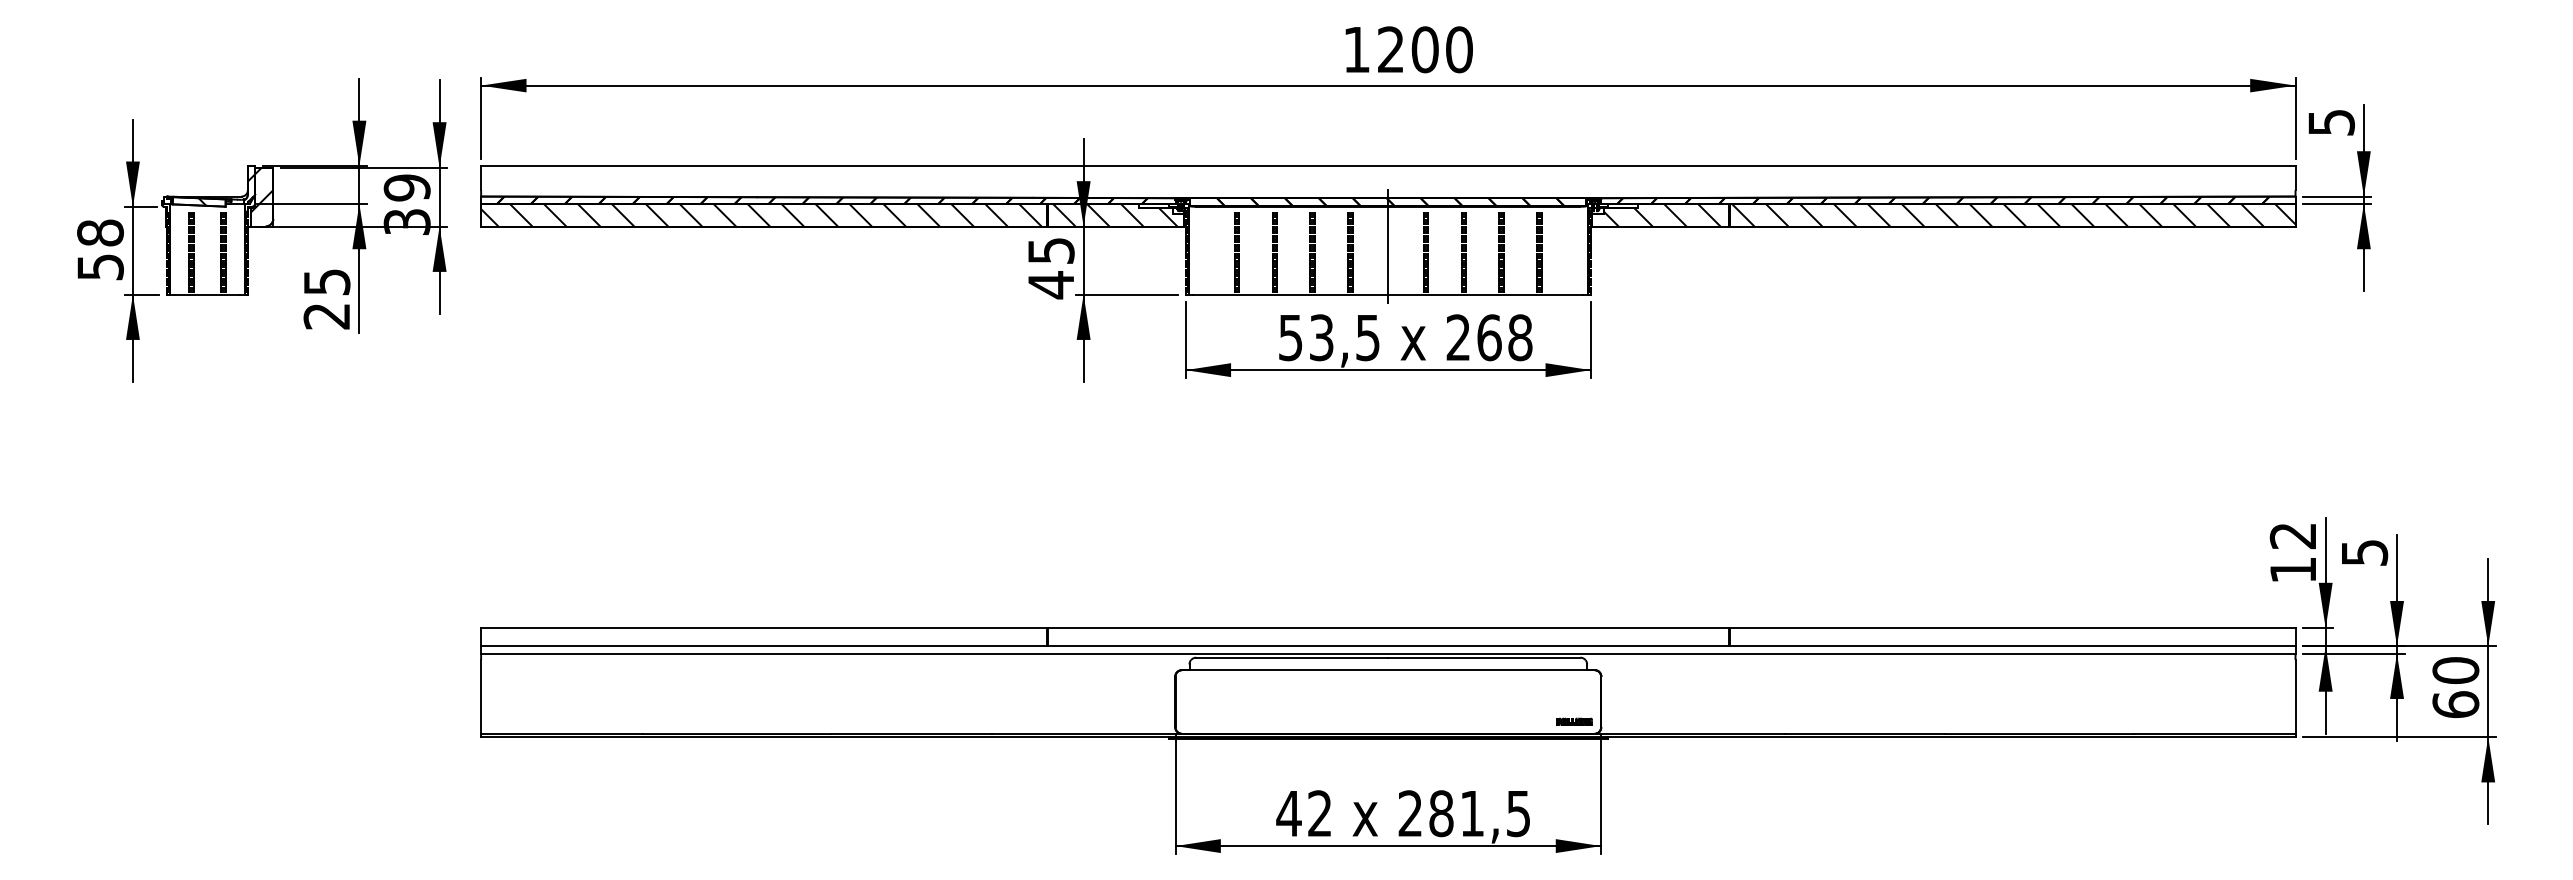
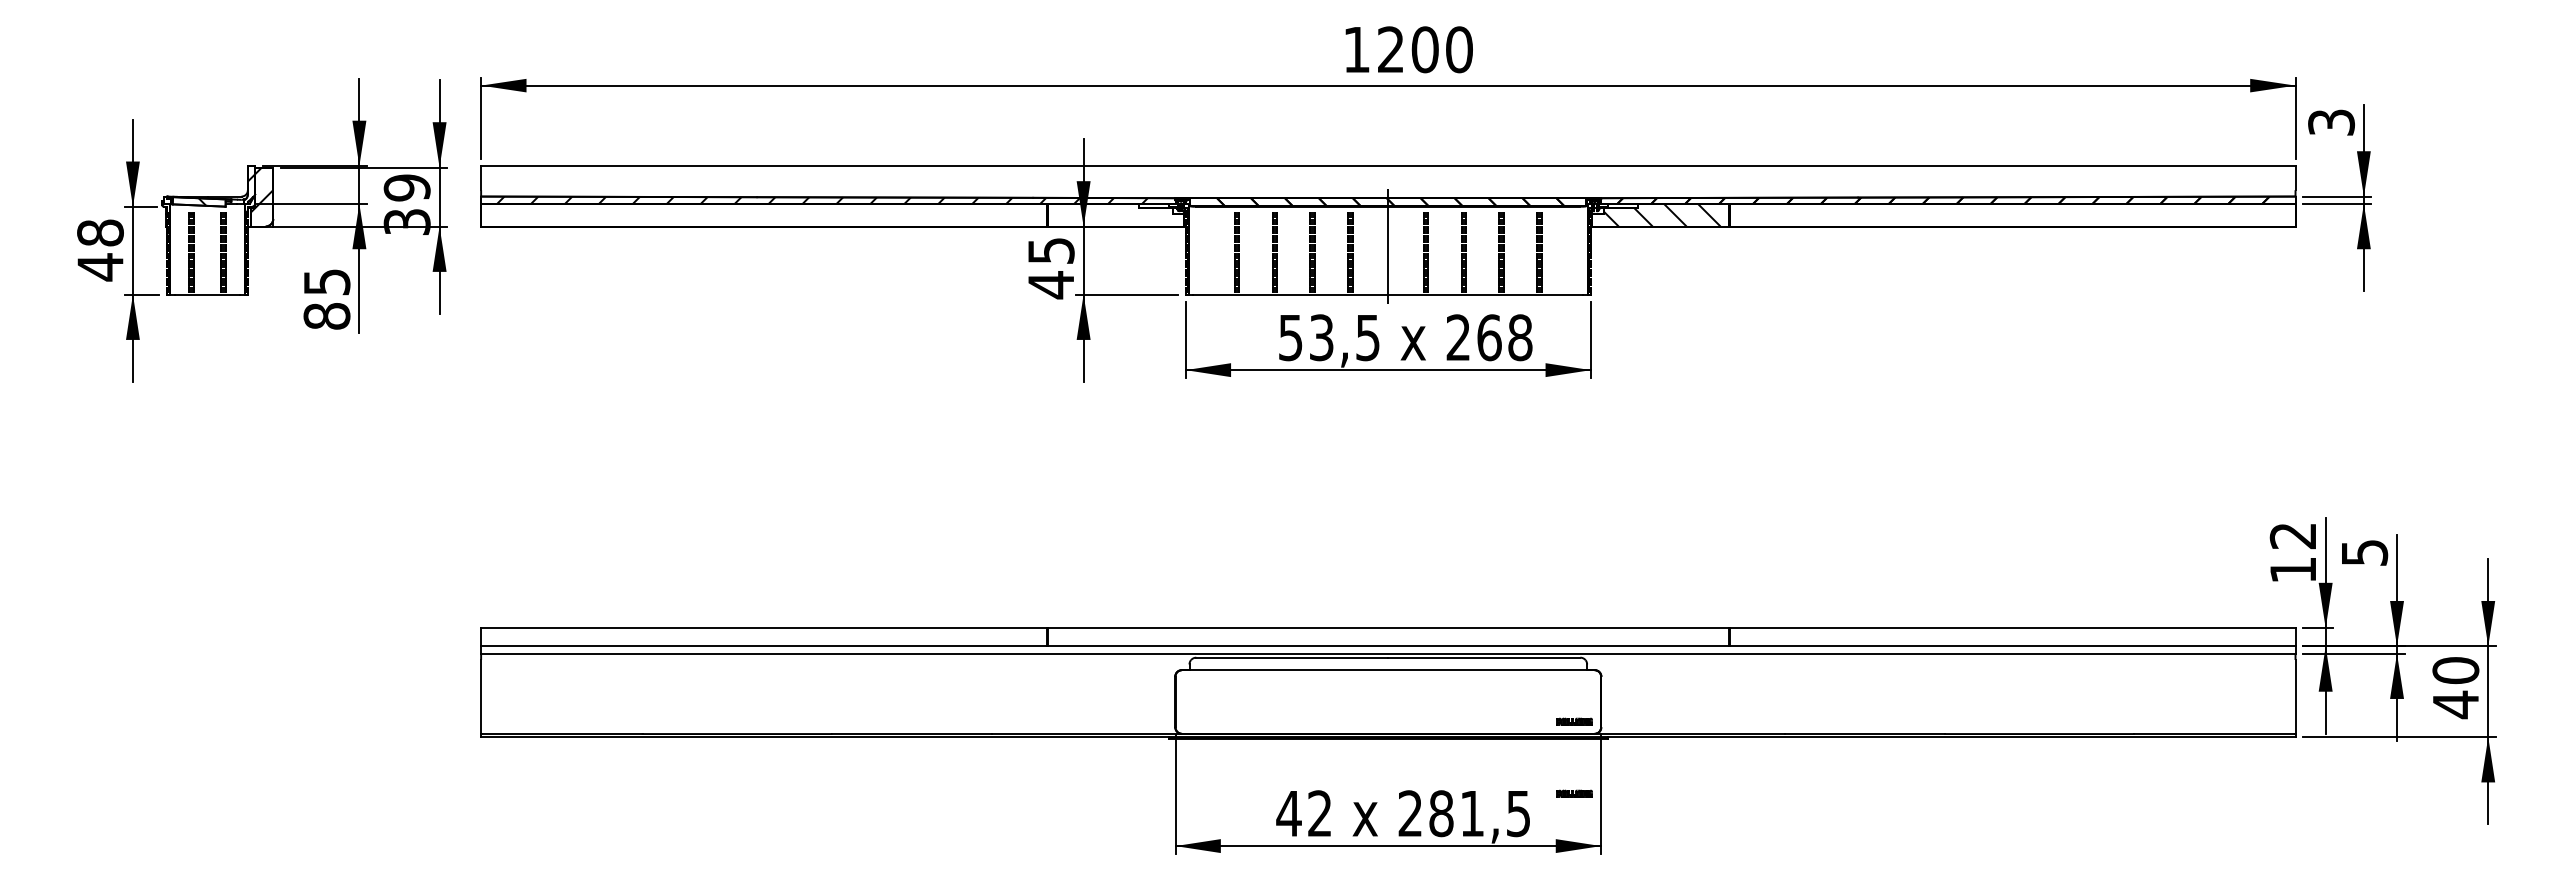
text at (2331, 122): 5 -> 3
hatch at (837, 199): present -> none
hatch at (761, 214): present -> none
hatch at (1114, 214): present -> none
hatch at (2013, 214): present -> none
text at (100, 267): 58 -> 48
text at (326, 316): 25 -> 85
text at (2455, 704): 60 -> 40
part at (1574, 793): none -> present
